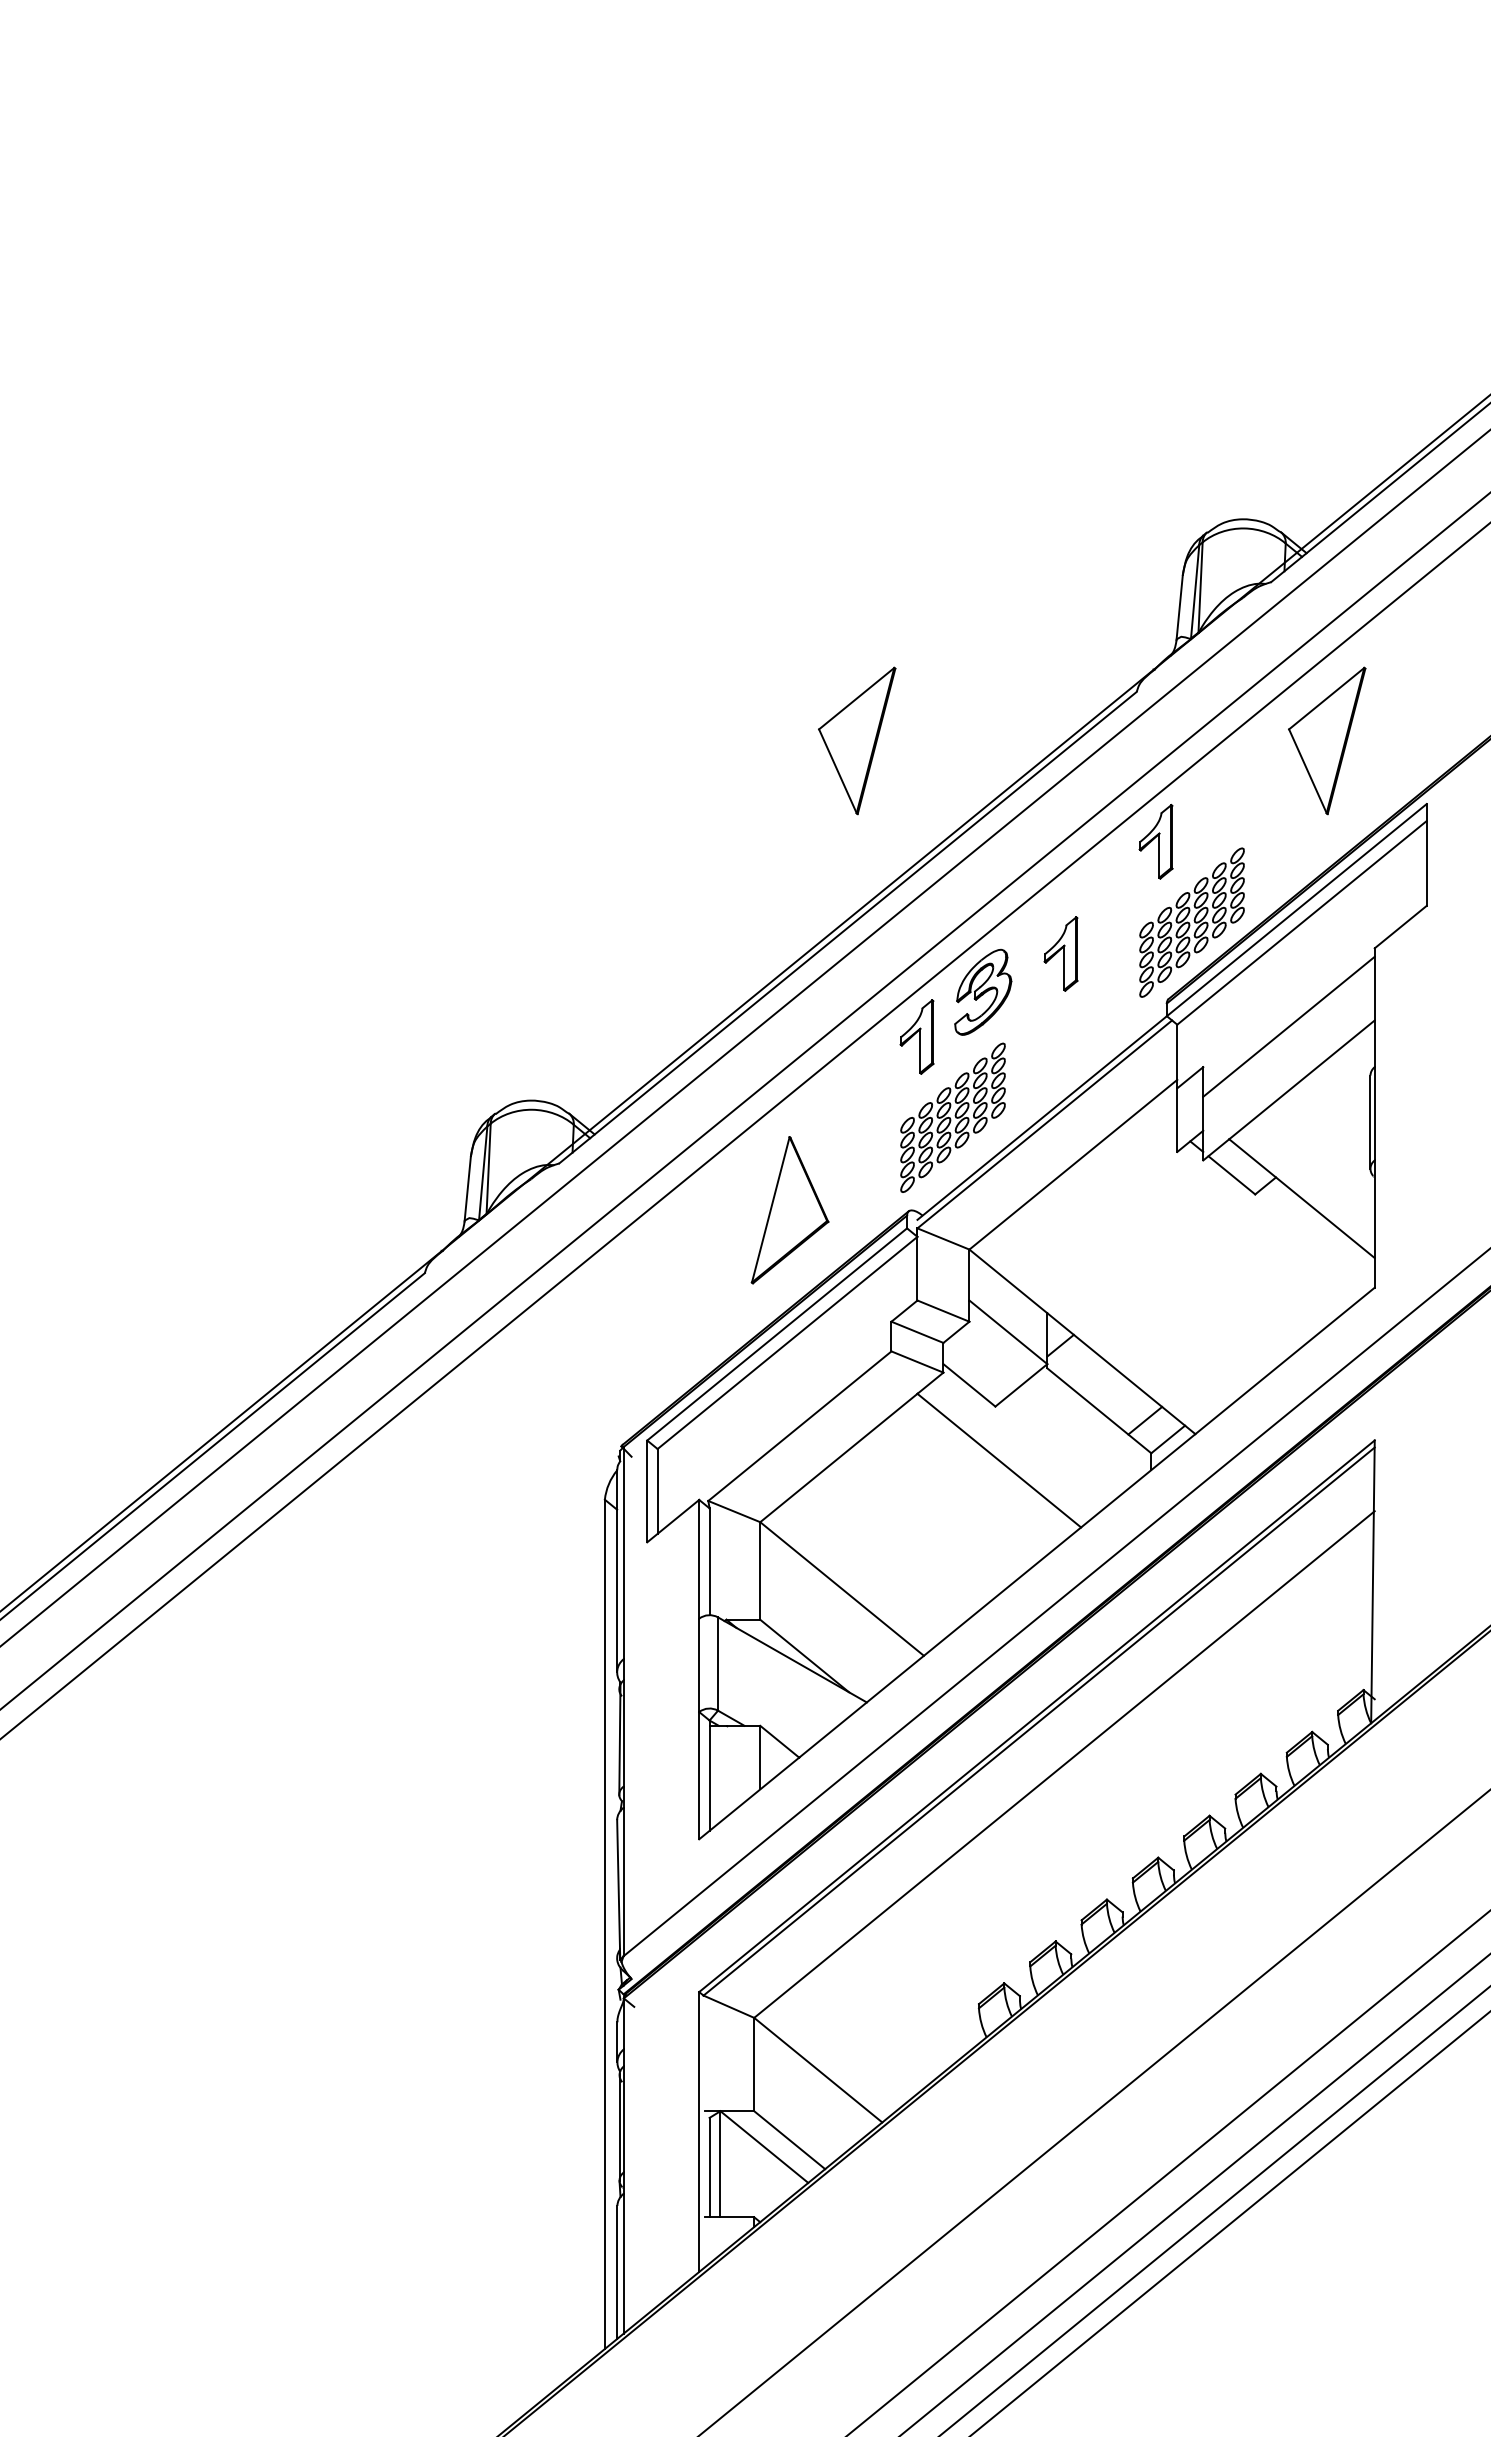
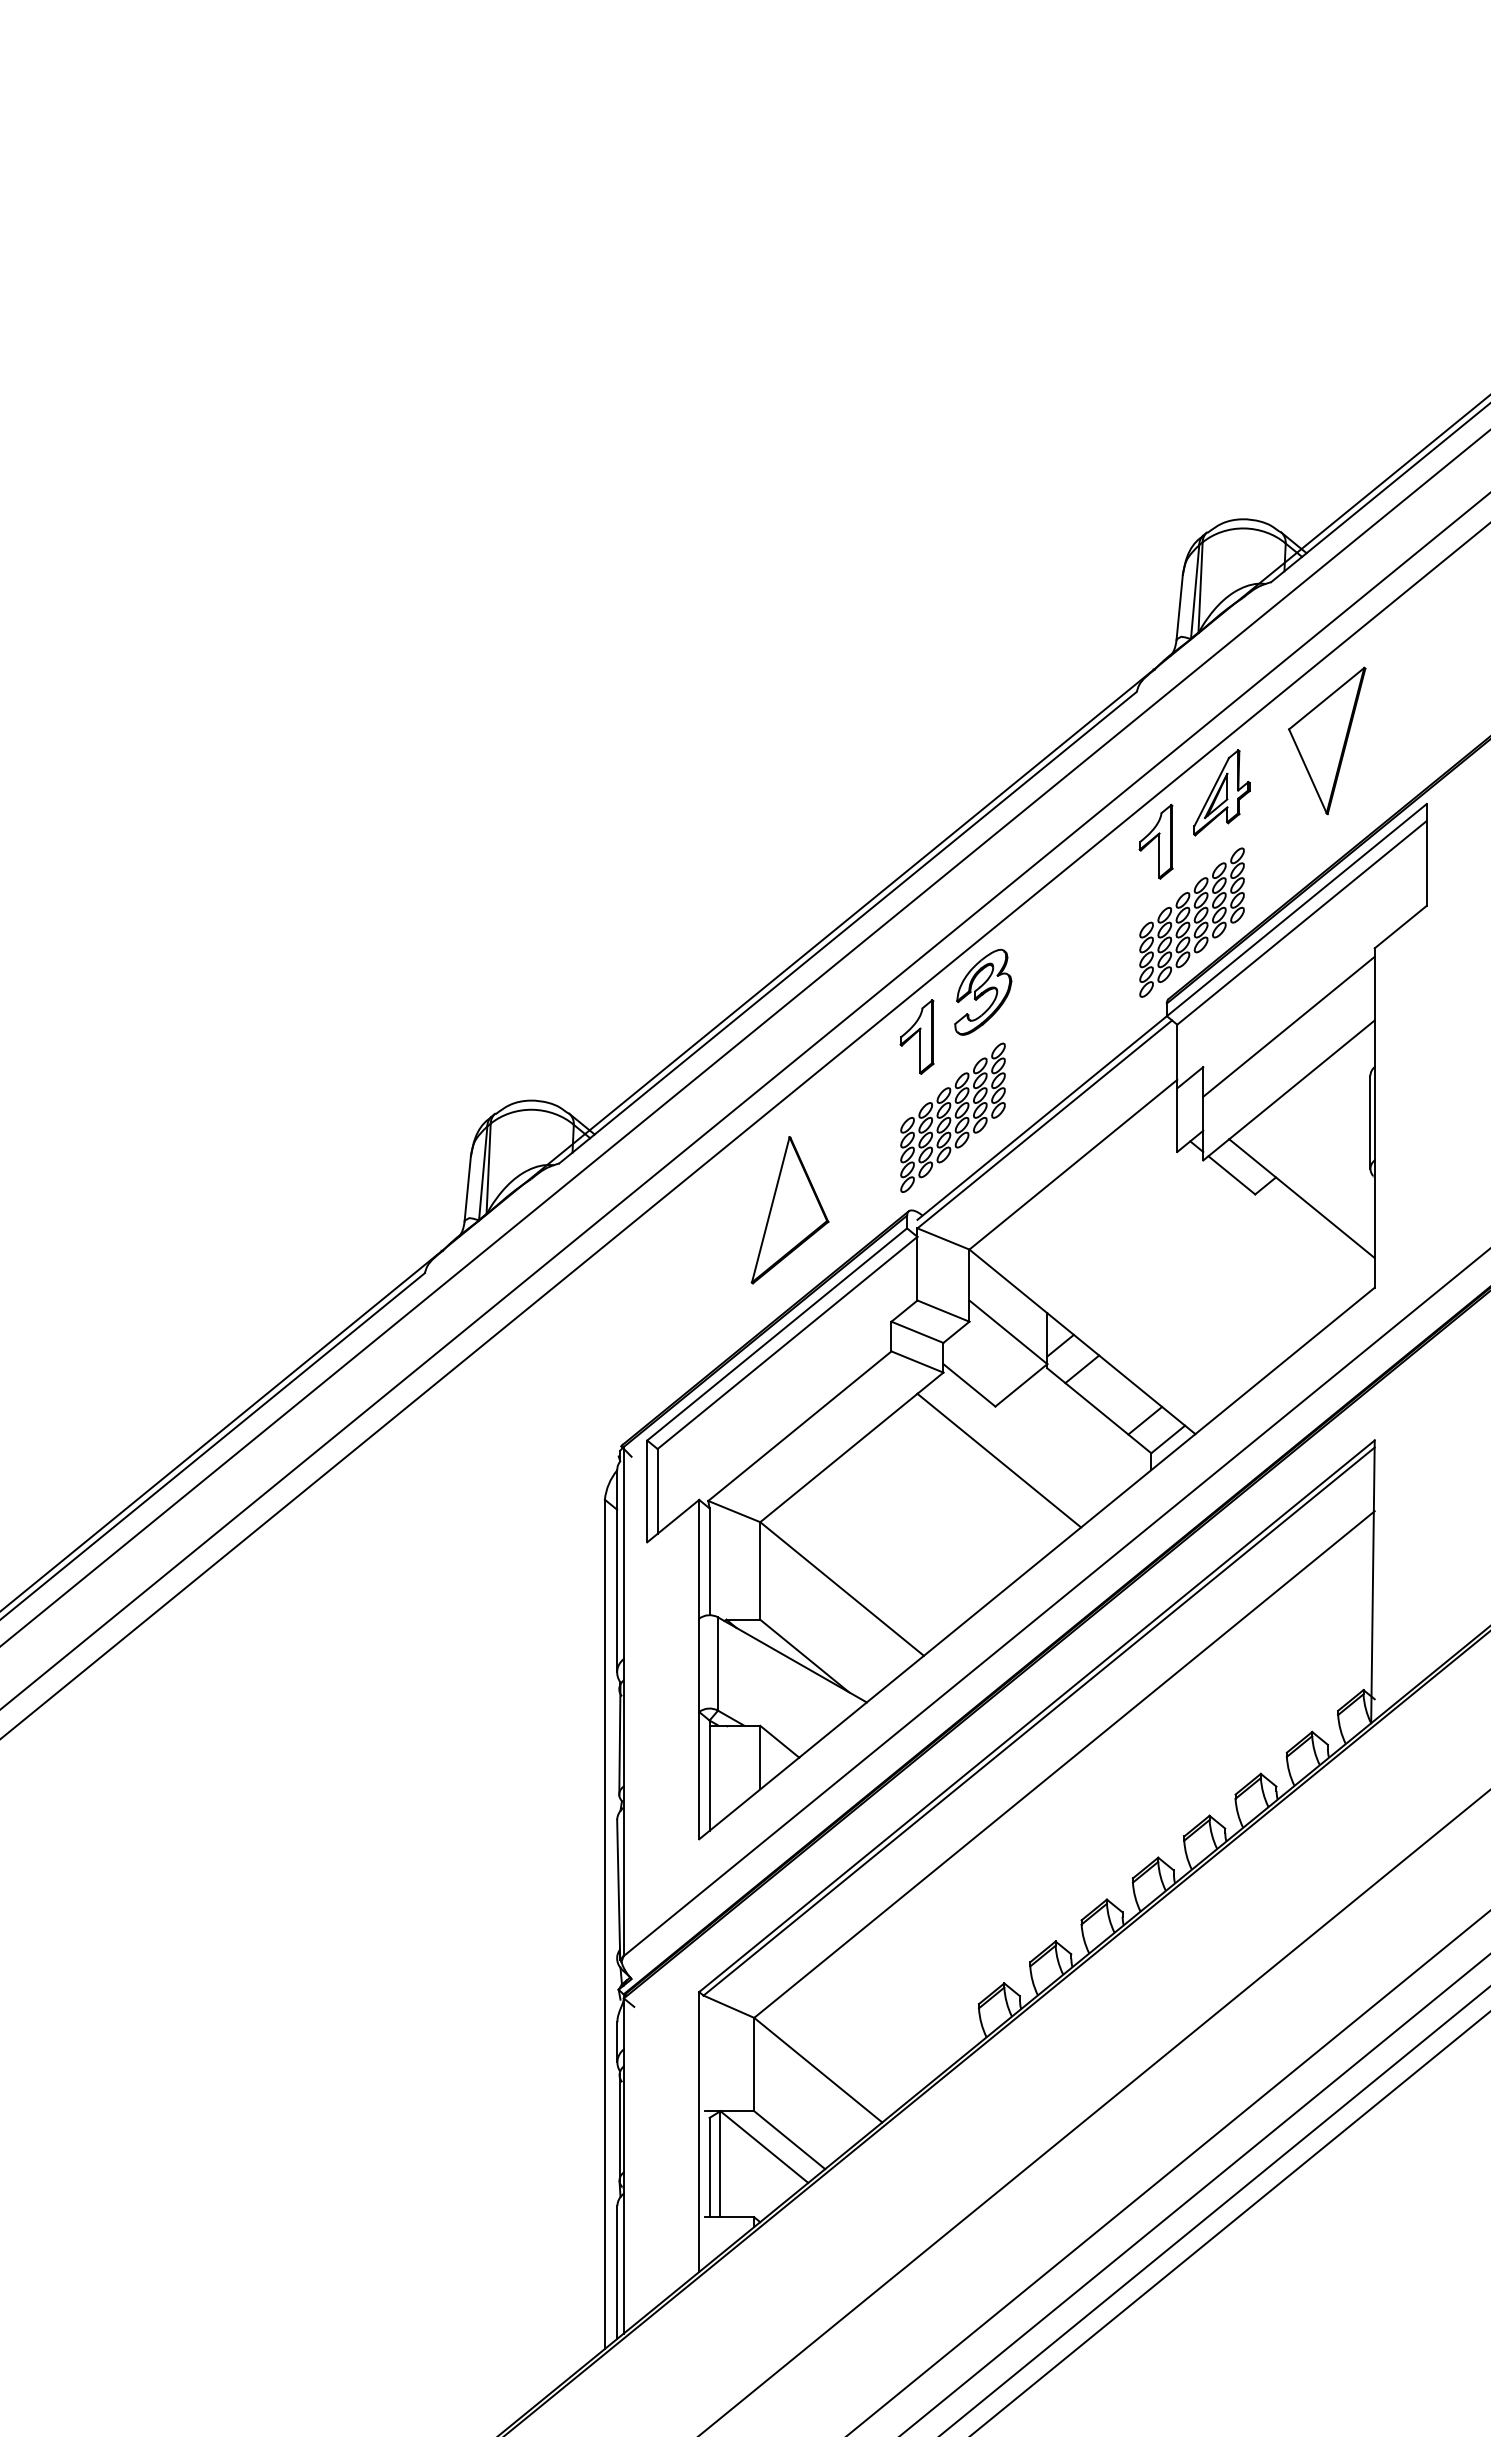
part at (857, 740): present -> none
part at (1221, 792): none -> present
part at (1060, 953): present -> none
line at (1082, 1369): none -> present
